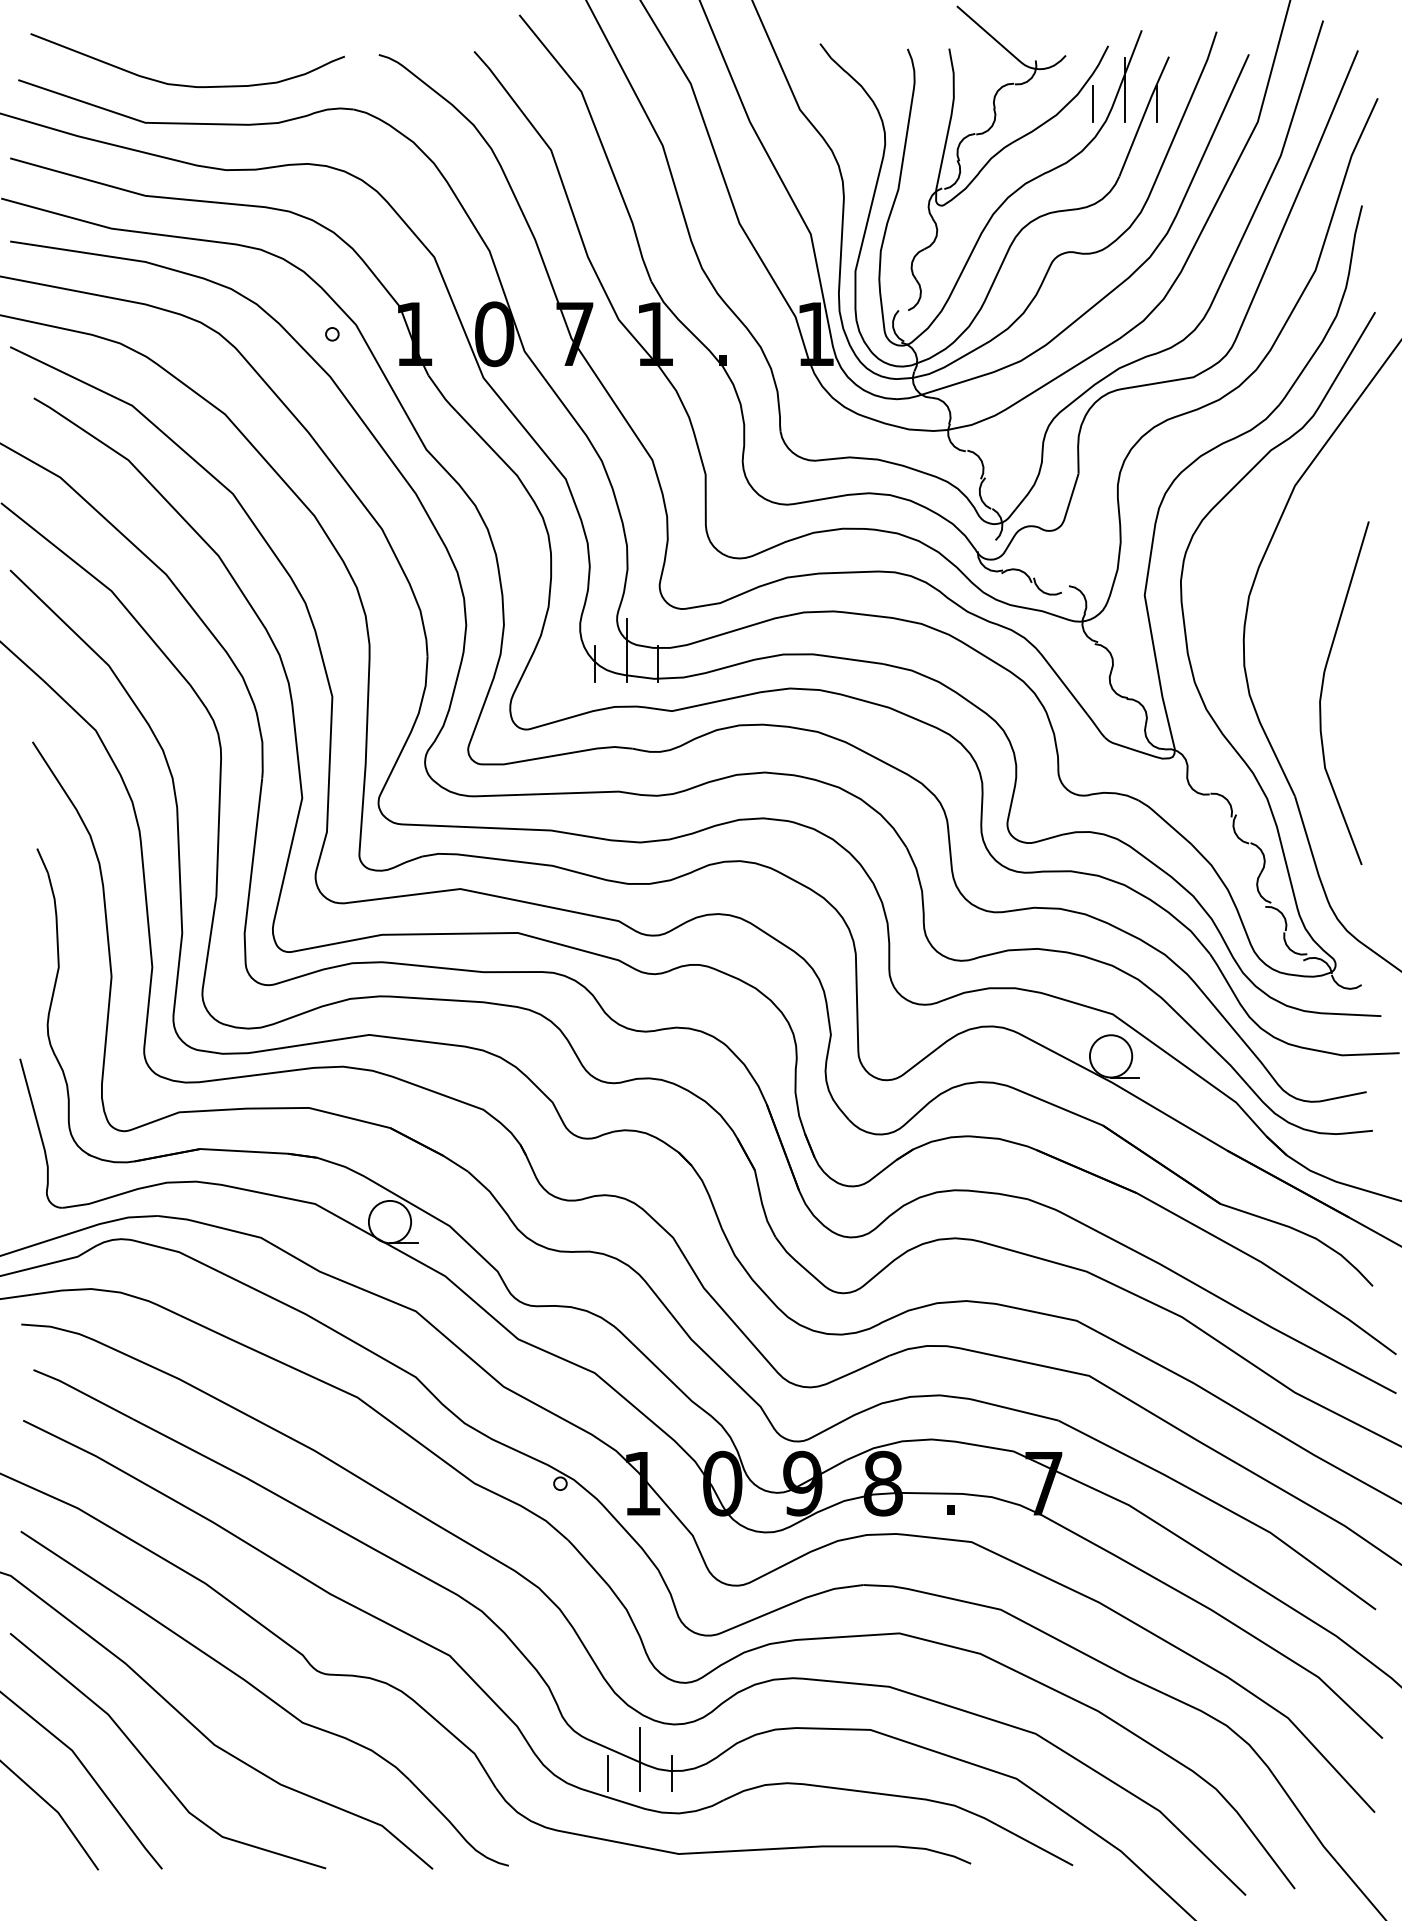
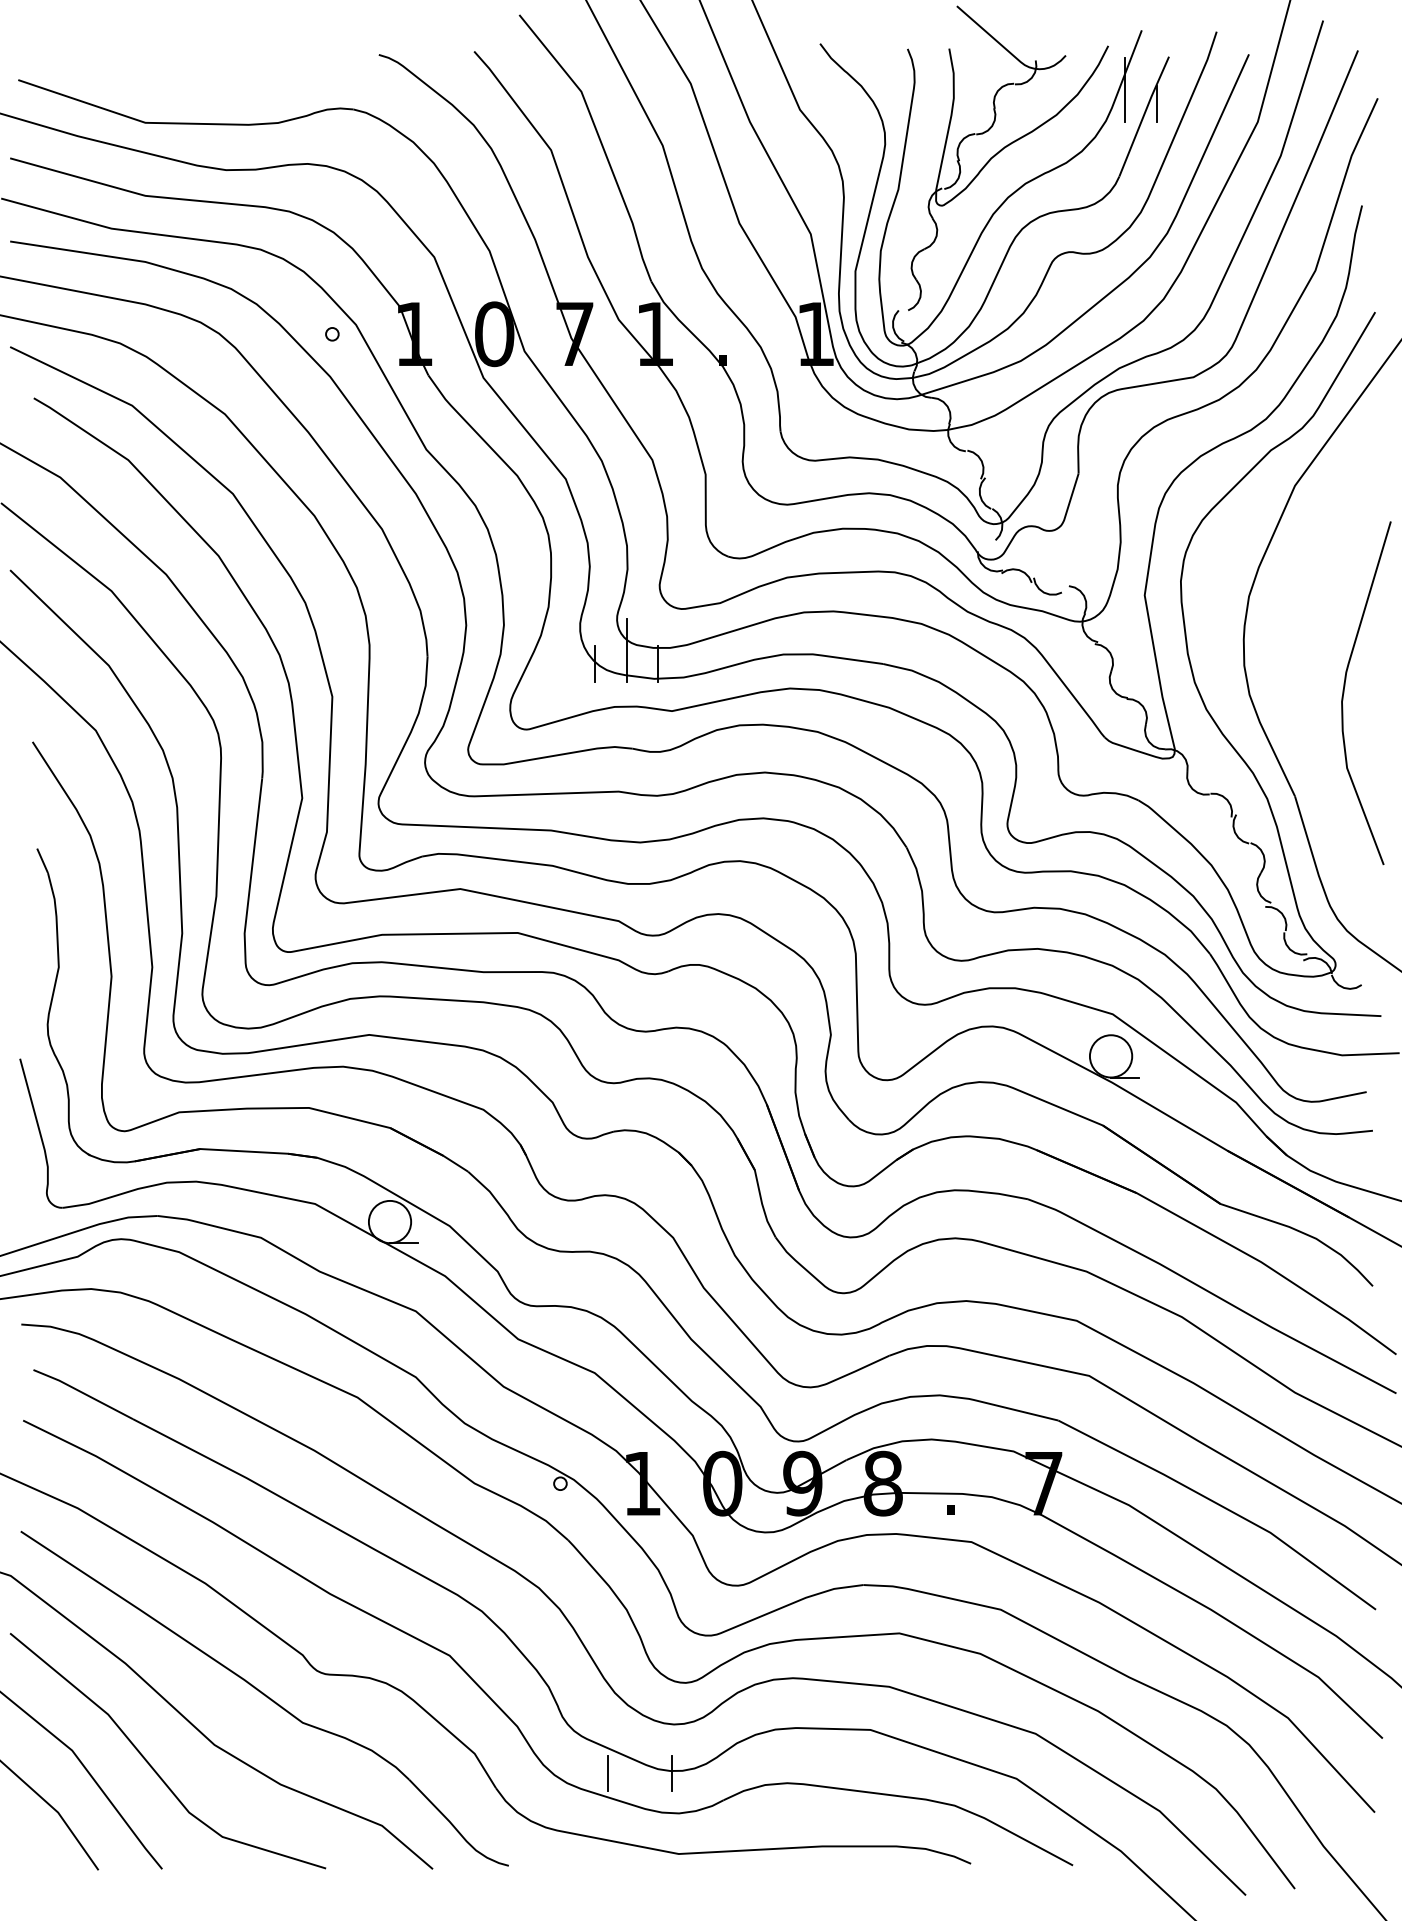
curve at (184, 84): present -> none
line at (1093, 103): present -> none
curve at (1322, 693) position: (1322, 693) -> (1344, 693)
line at (639, 1759): present -> none
